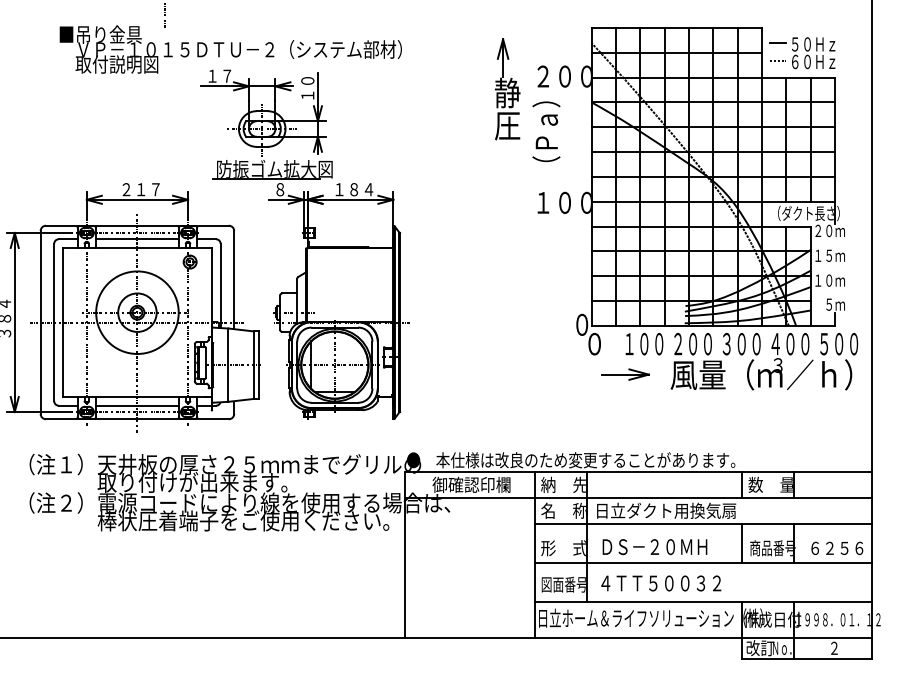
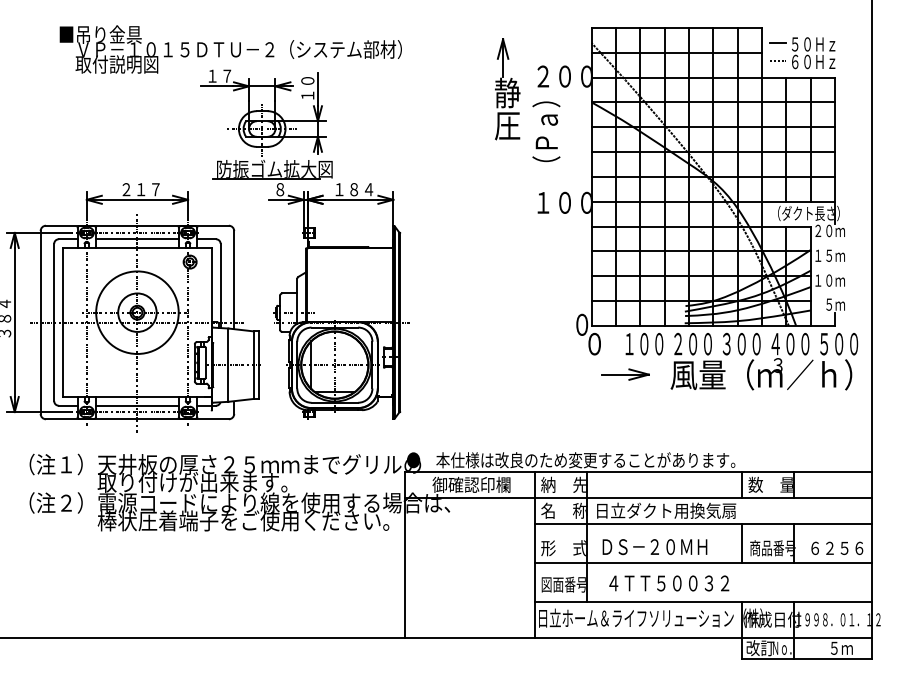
line at (165, 14): present -> none
text at (661, 583) position: (661, 583) -> (669, 583)
text at (841, 647): ２ -> ５ｍ
